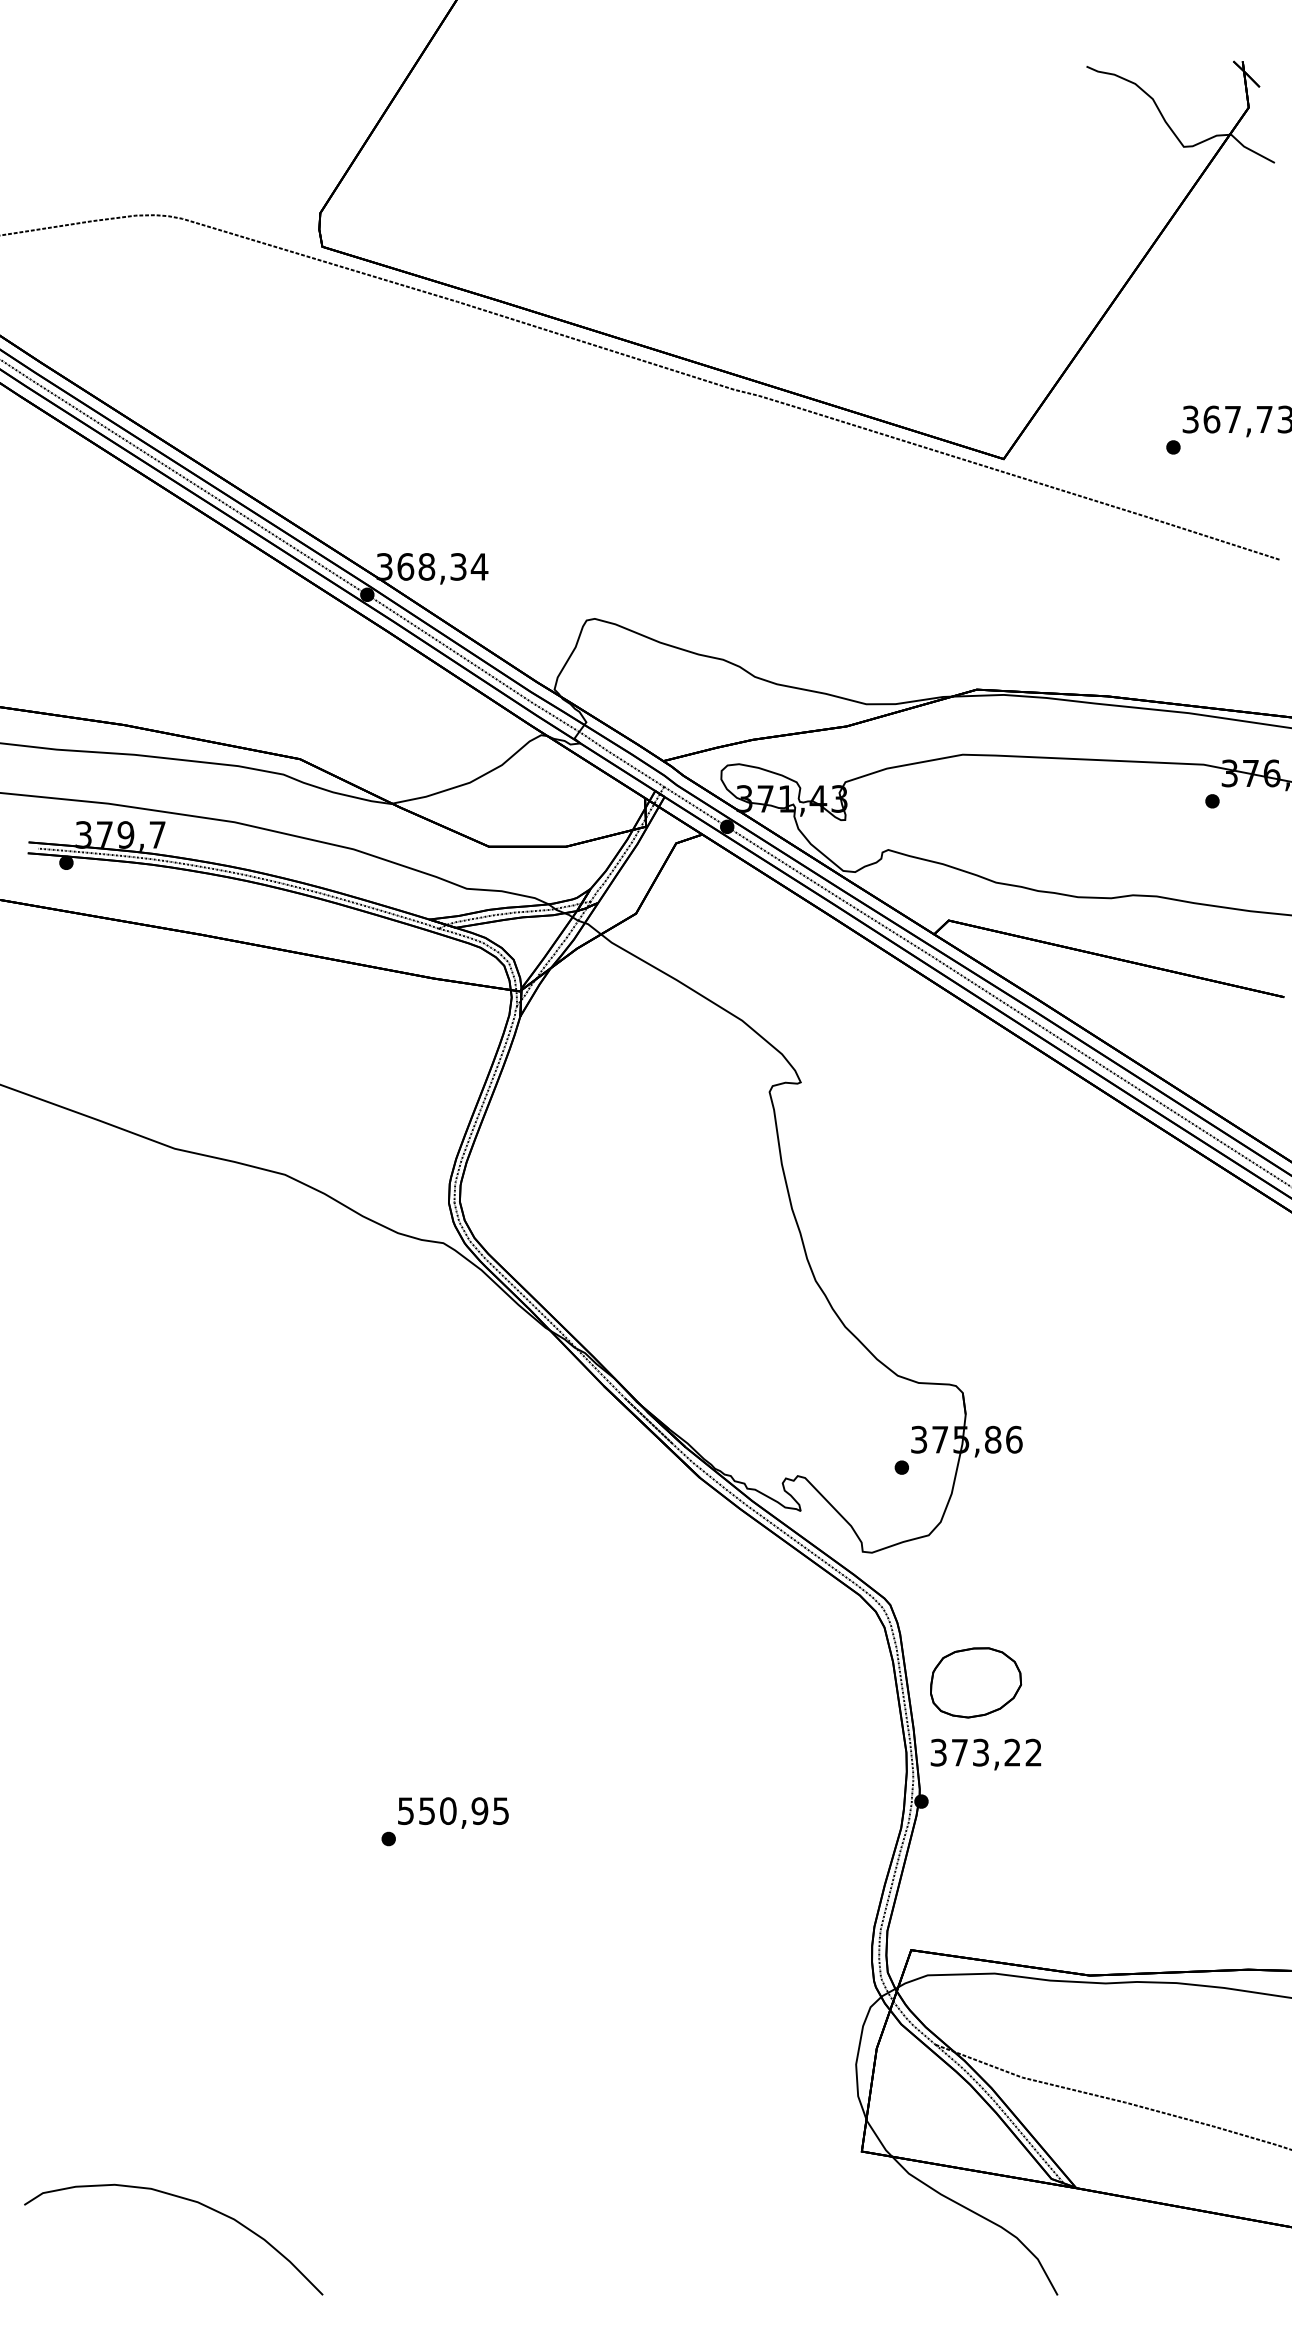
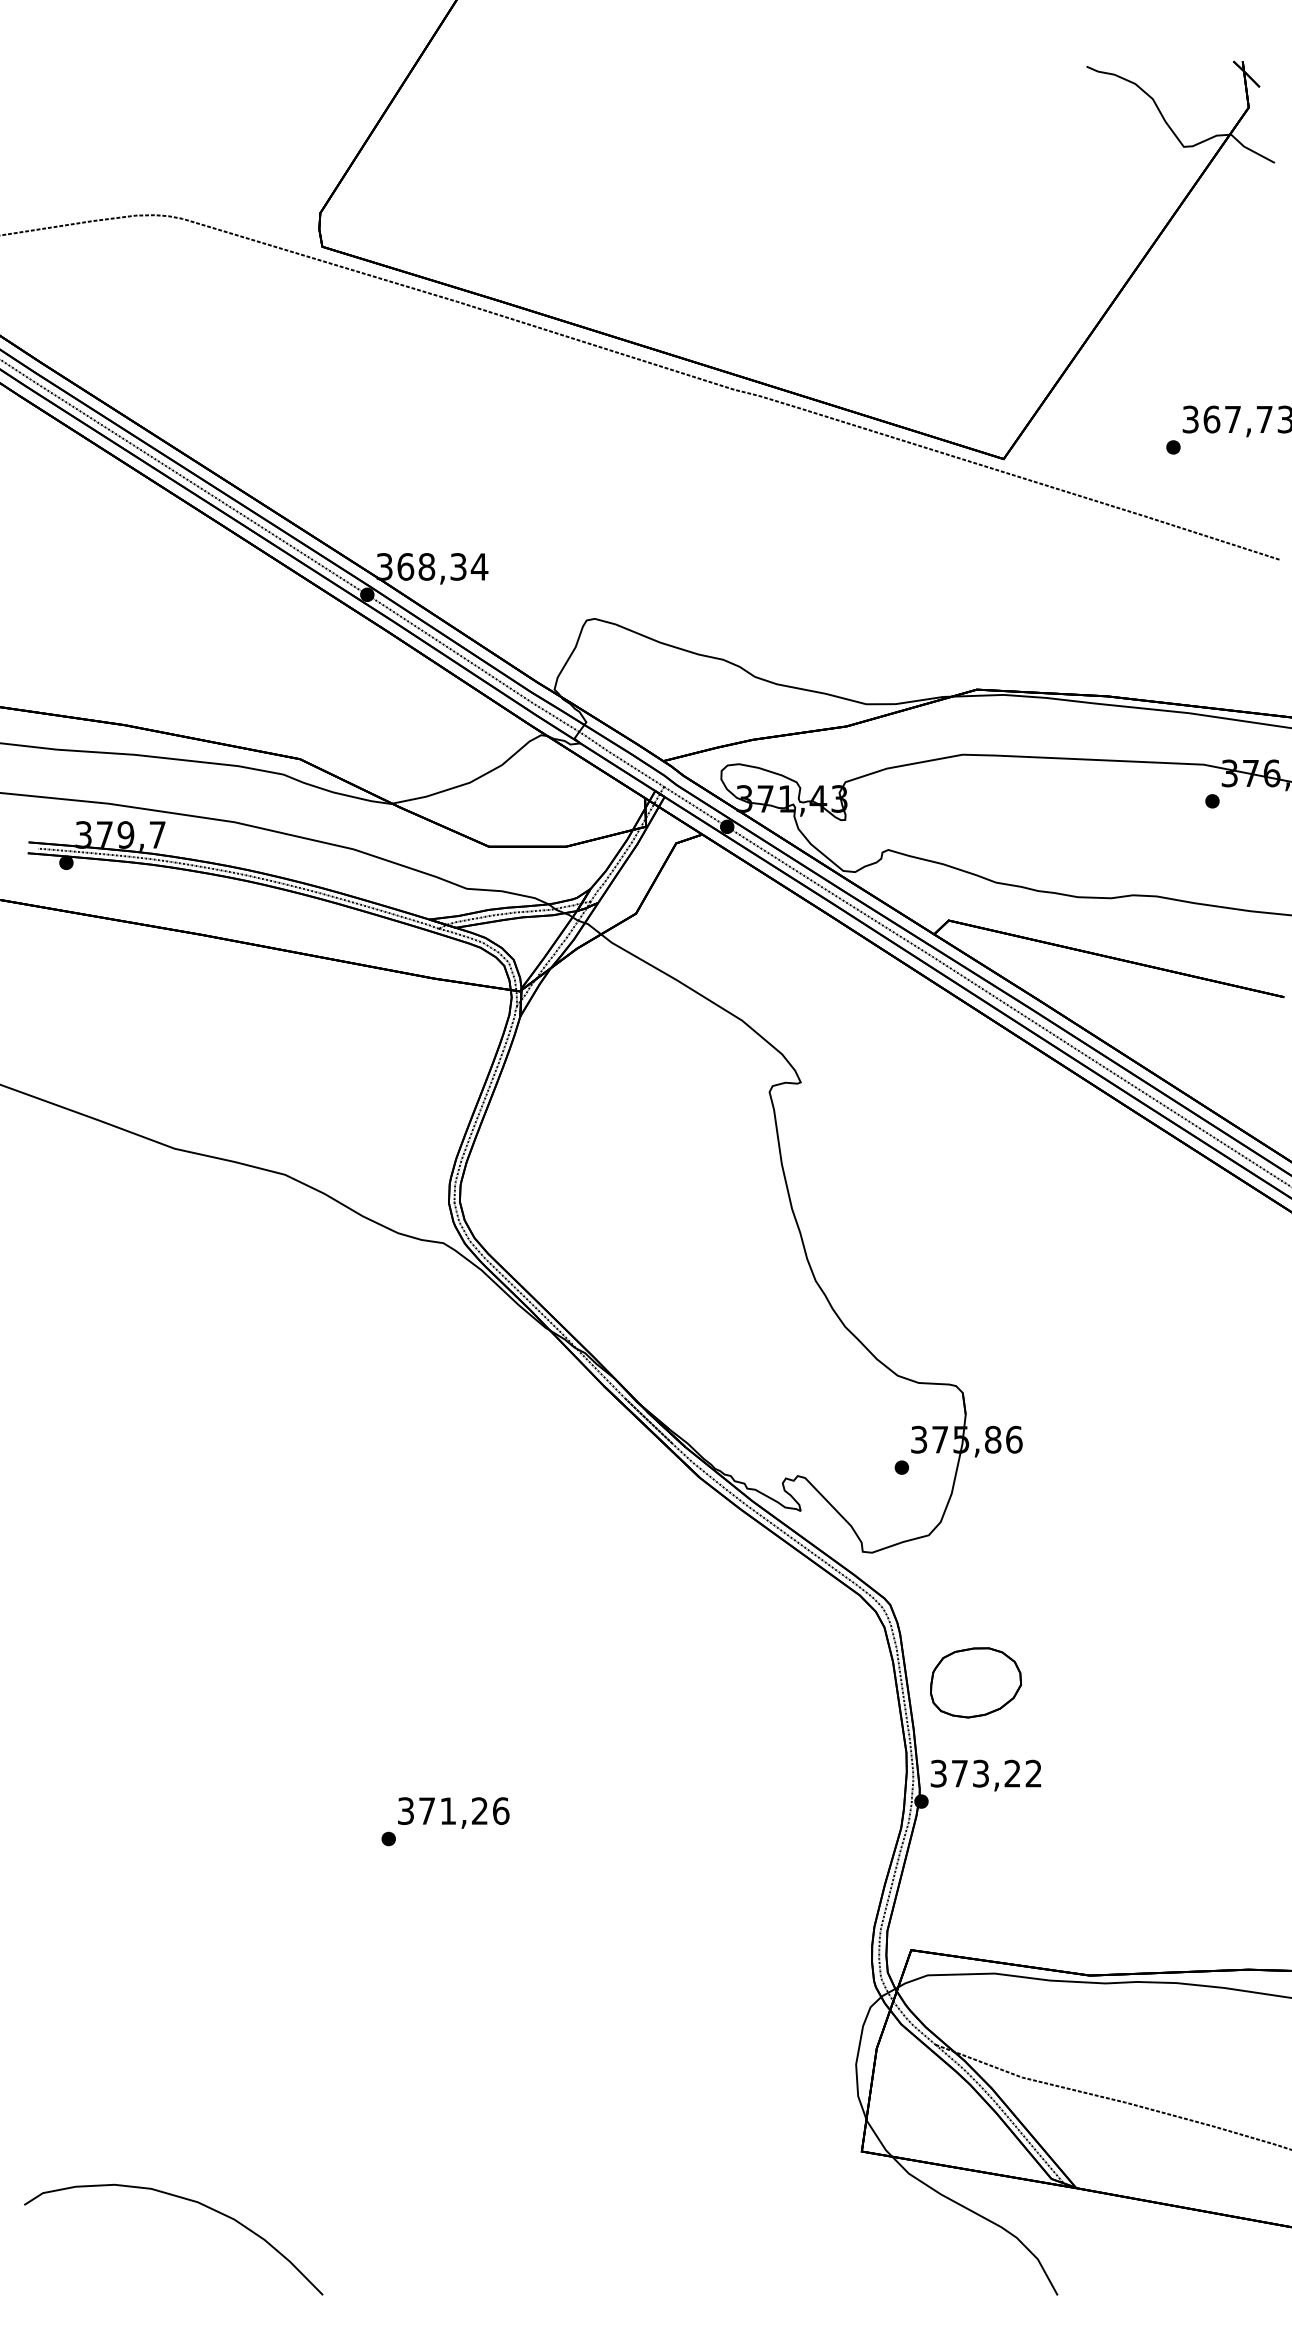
text at (985, 1754) position: (985, 1754) -> (985, 1775)
text at (453, 1811): 550,95 -> 371,26
